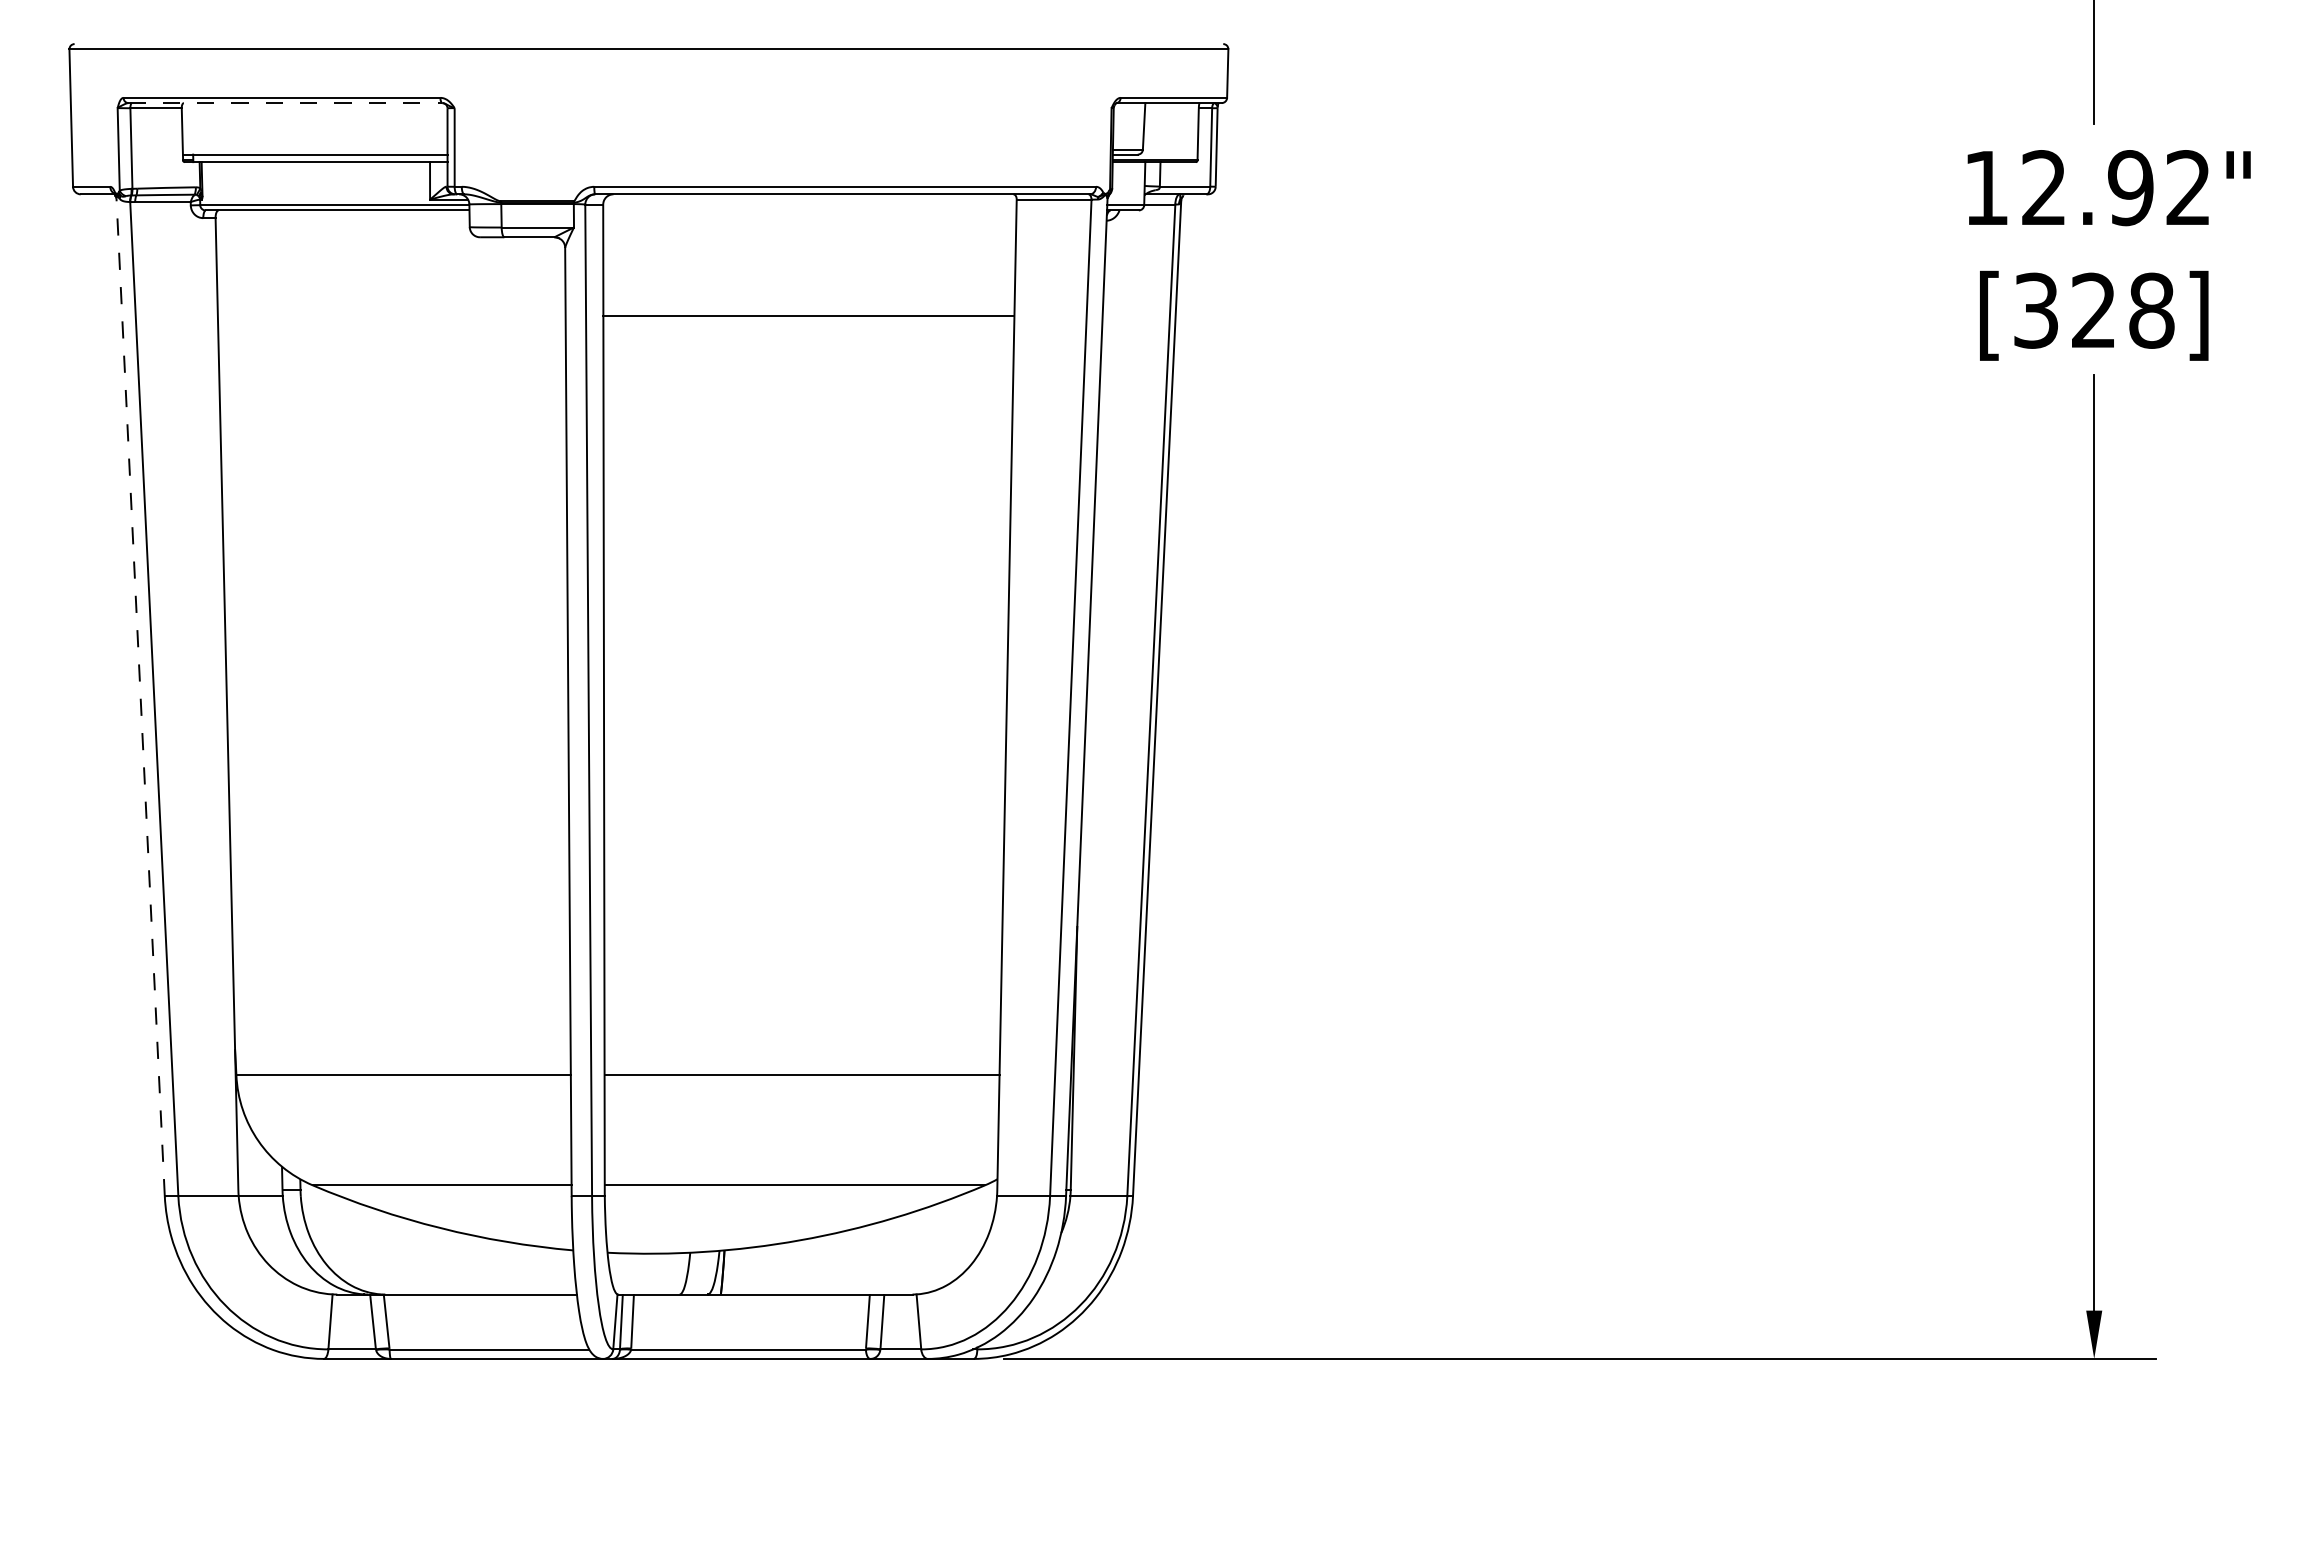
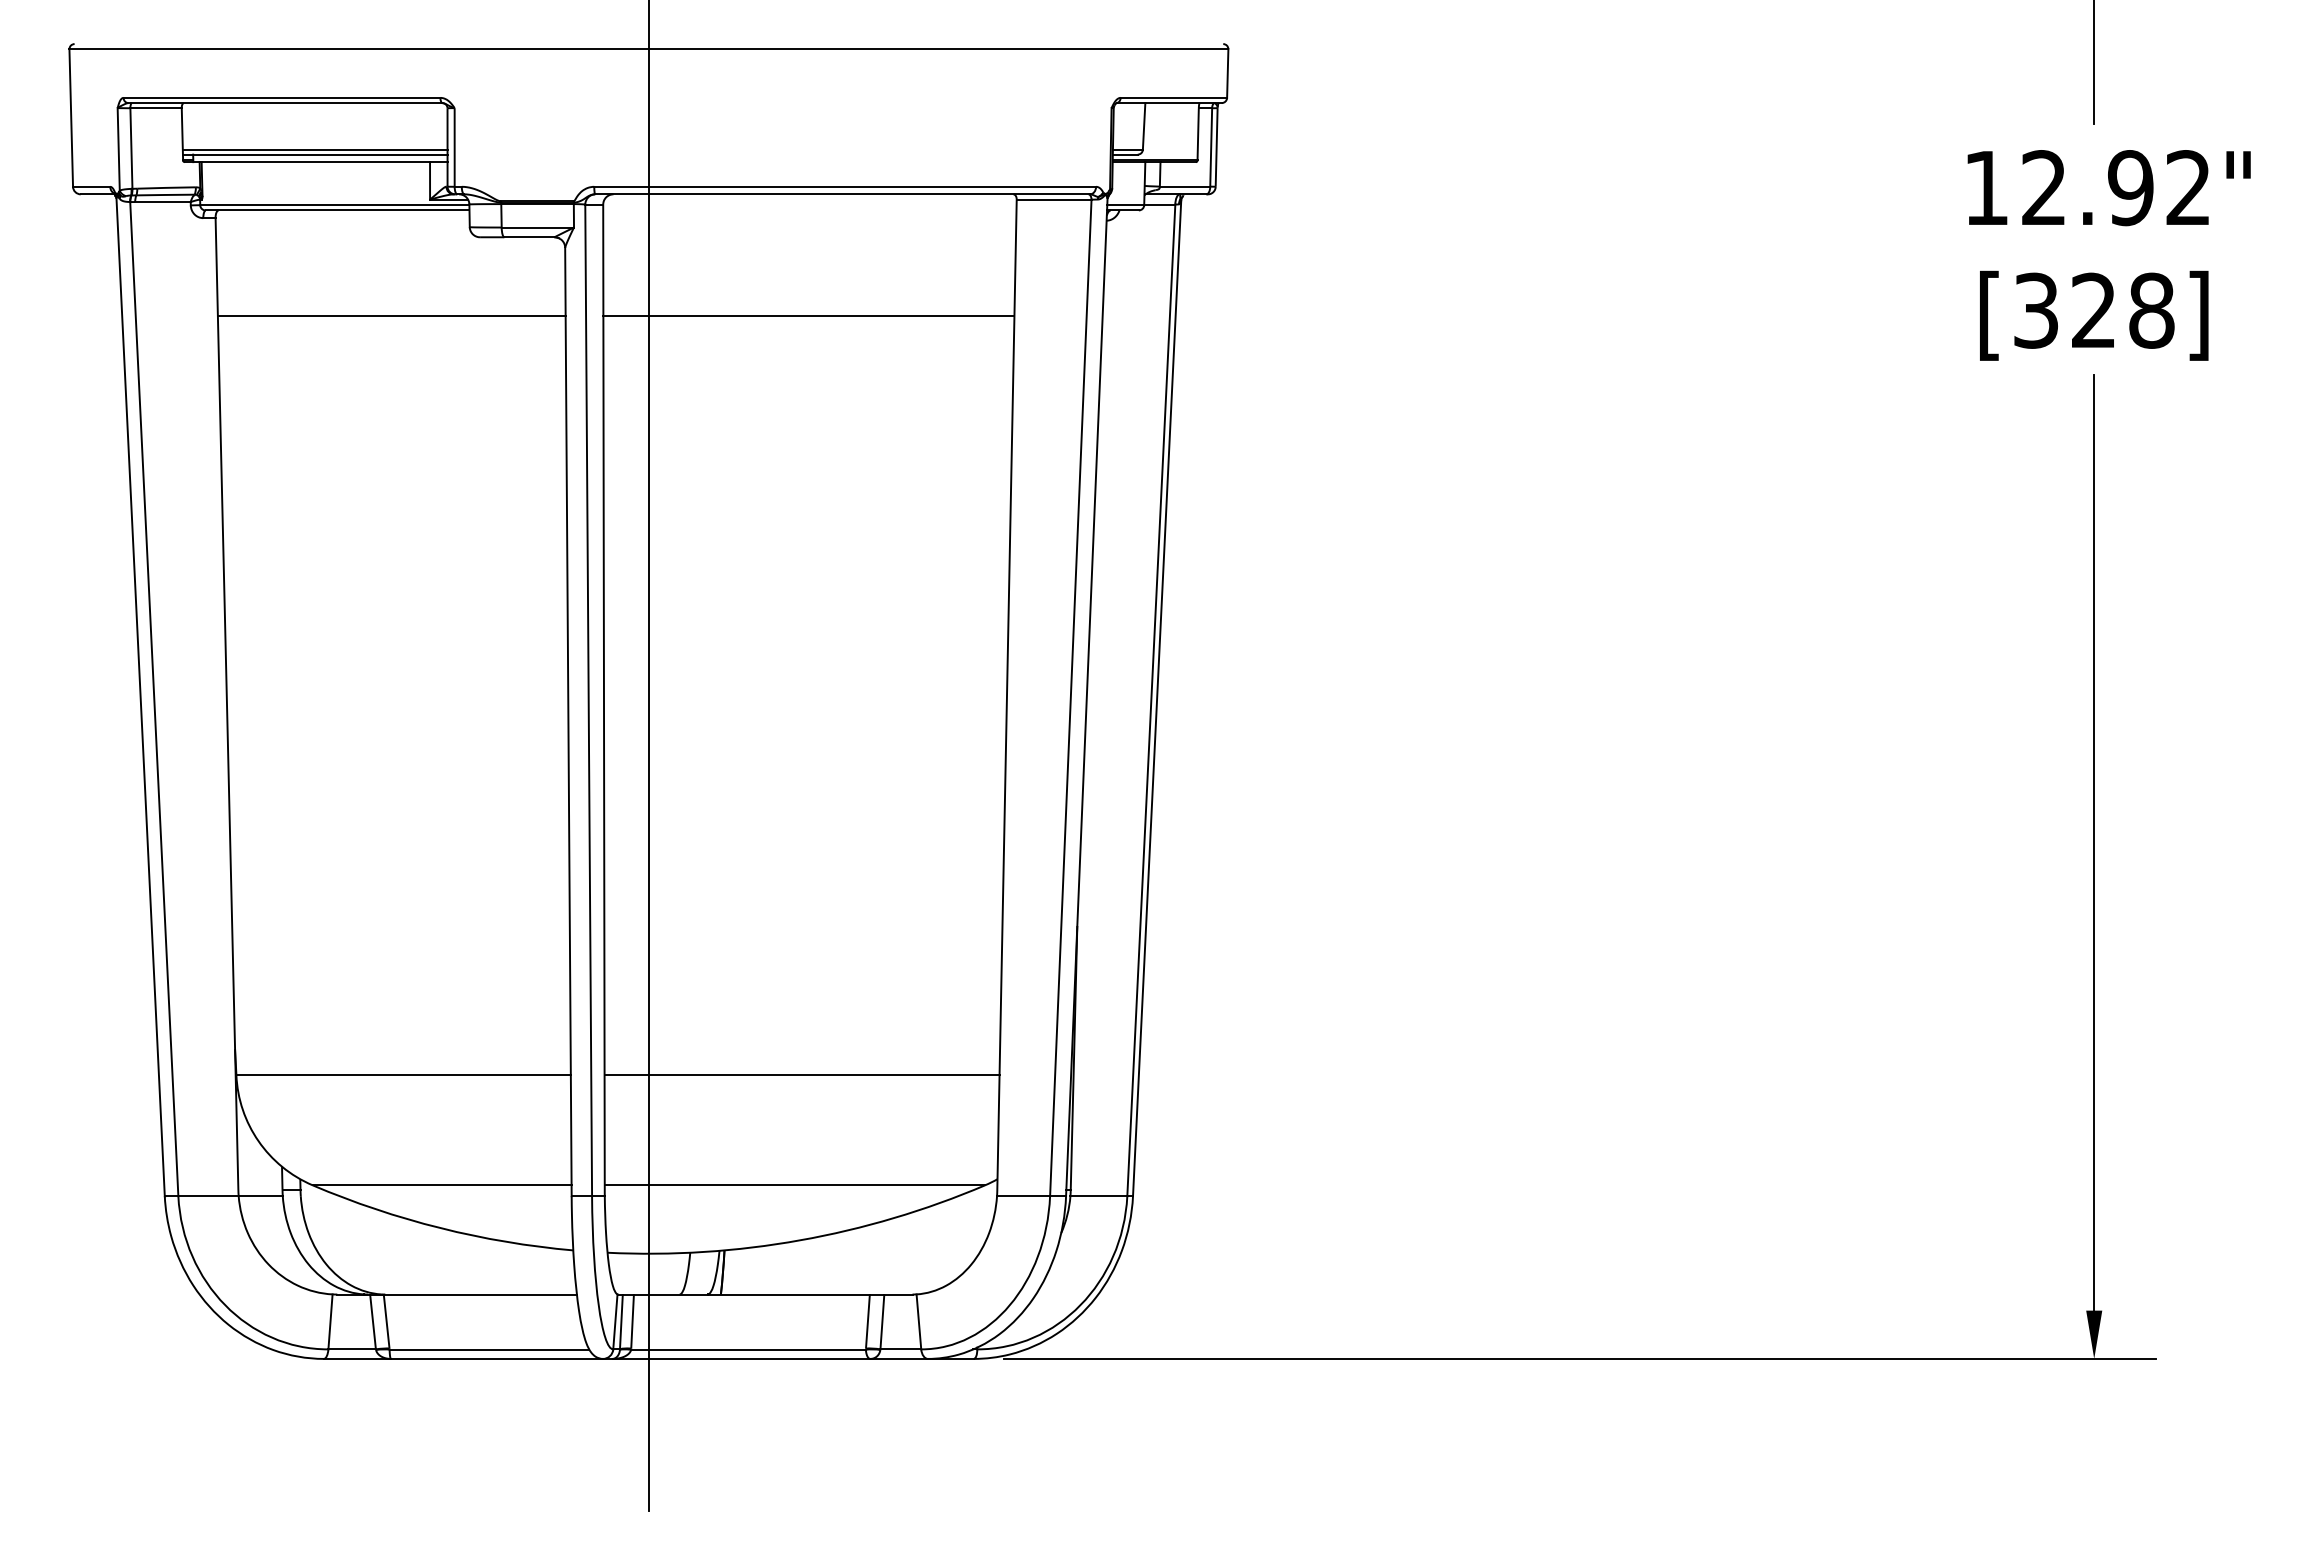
line at (285, 103): dashed -> solid
line at (314, 149): none -> present
line at (391, 315): none -> present
line at (140, 696): dashed -> solid
line at (648, 756): none -> present
